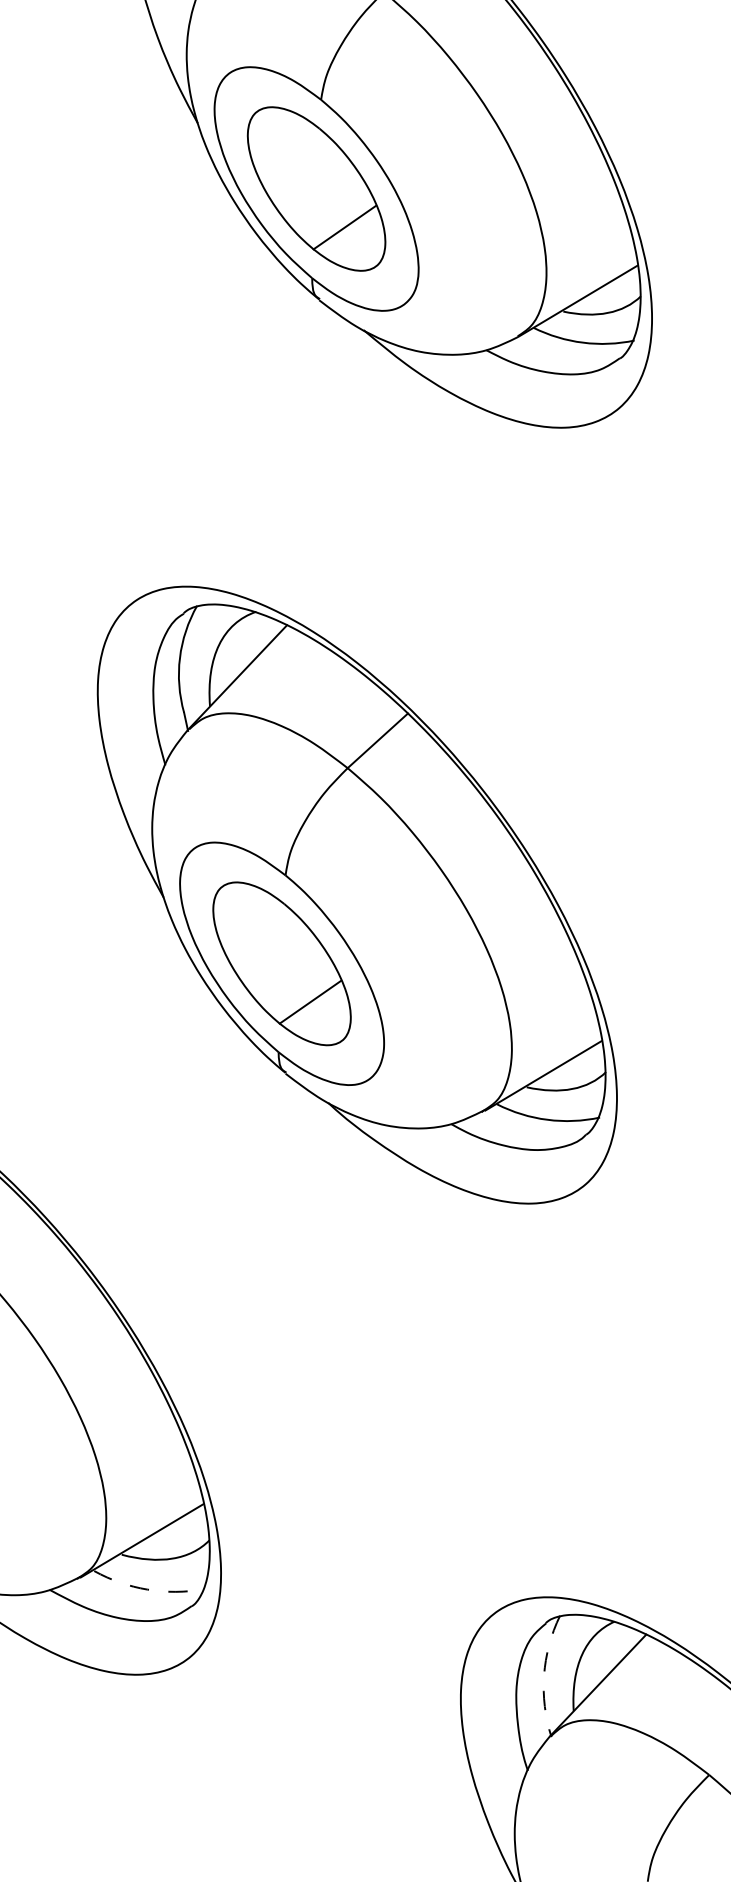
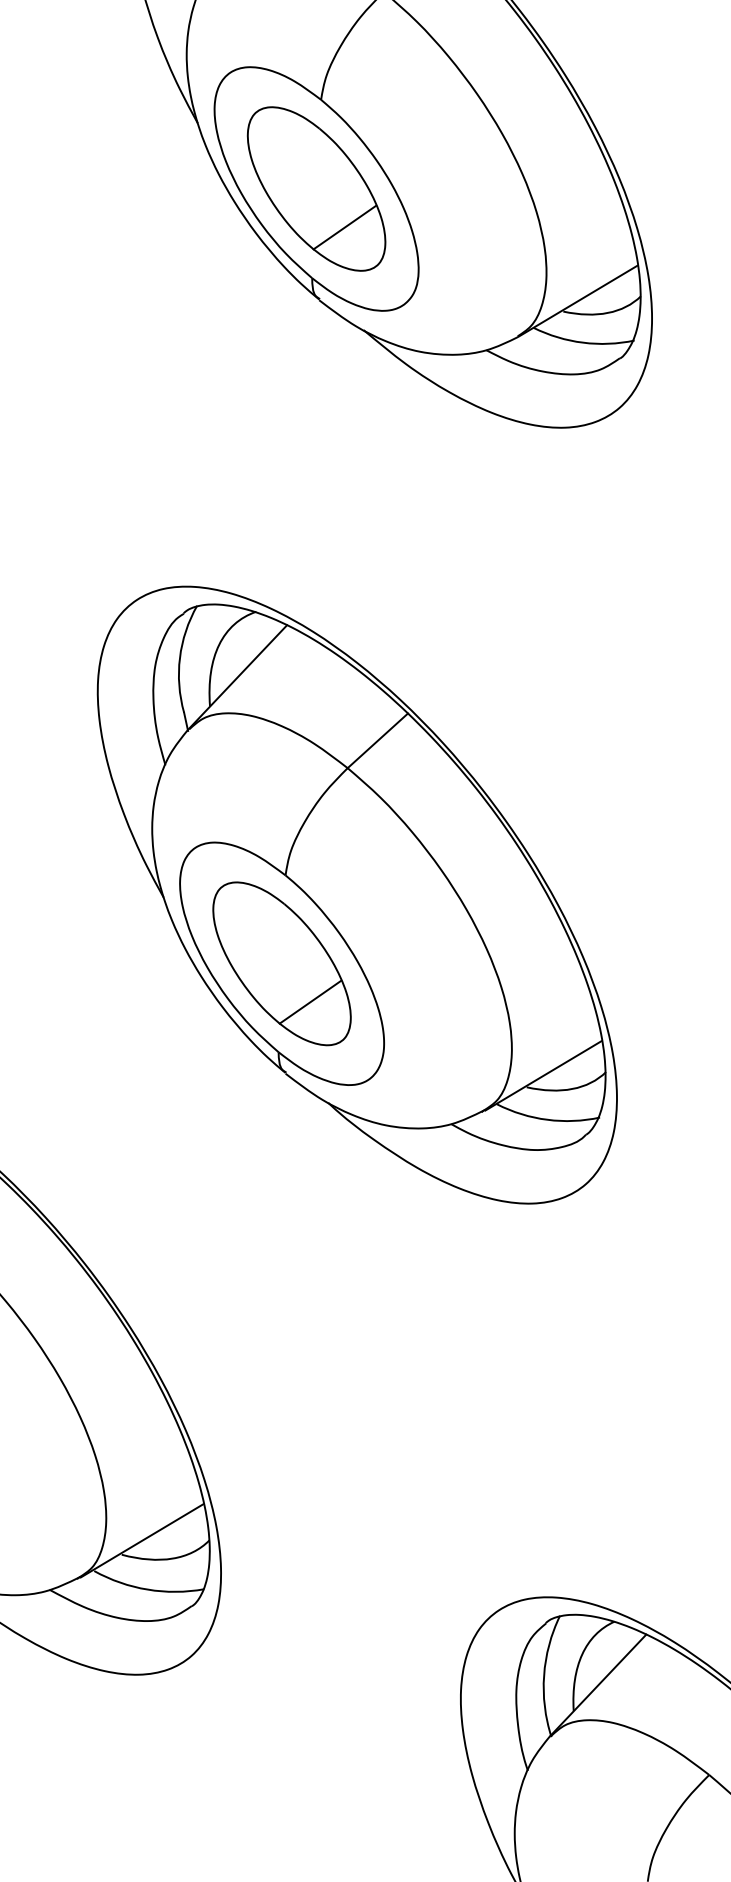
arc at (147, 1589): dashed -> solid
arc at (544, 1675): dashed -> solid
